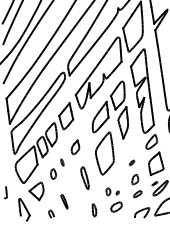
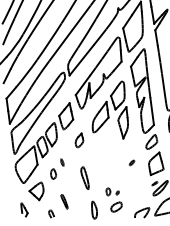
part at (75, 147) position: (75, 147) -> (79, 140)
part at (104, 153): present -> none
part at (136, 185): present -> none
part at (5, 192): present -> none
part at (24, 209) size: 13x24 px -> 9x16 px
part at (94, 210) size: 7x15 px -> 7x20 px
